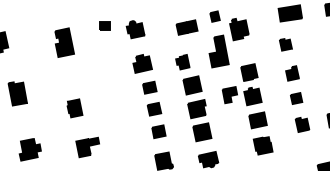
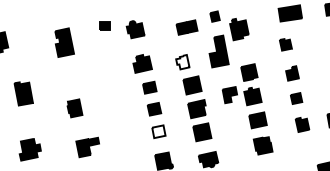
fill at (182, 61): present -> none
part at (17, 93) position: (17, 93) -> (23, 93)
fill at (158, 131): present -> none
